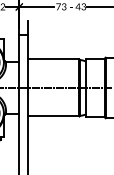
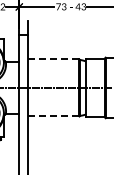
line at (53, 59): solid -> dashed
line at (53, 116): solid -> dashed
